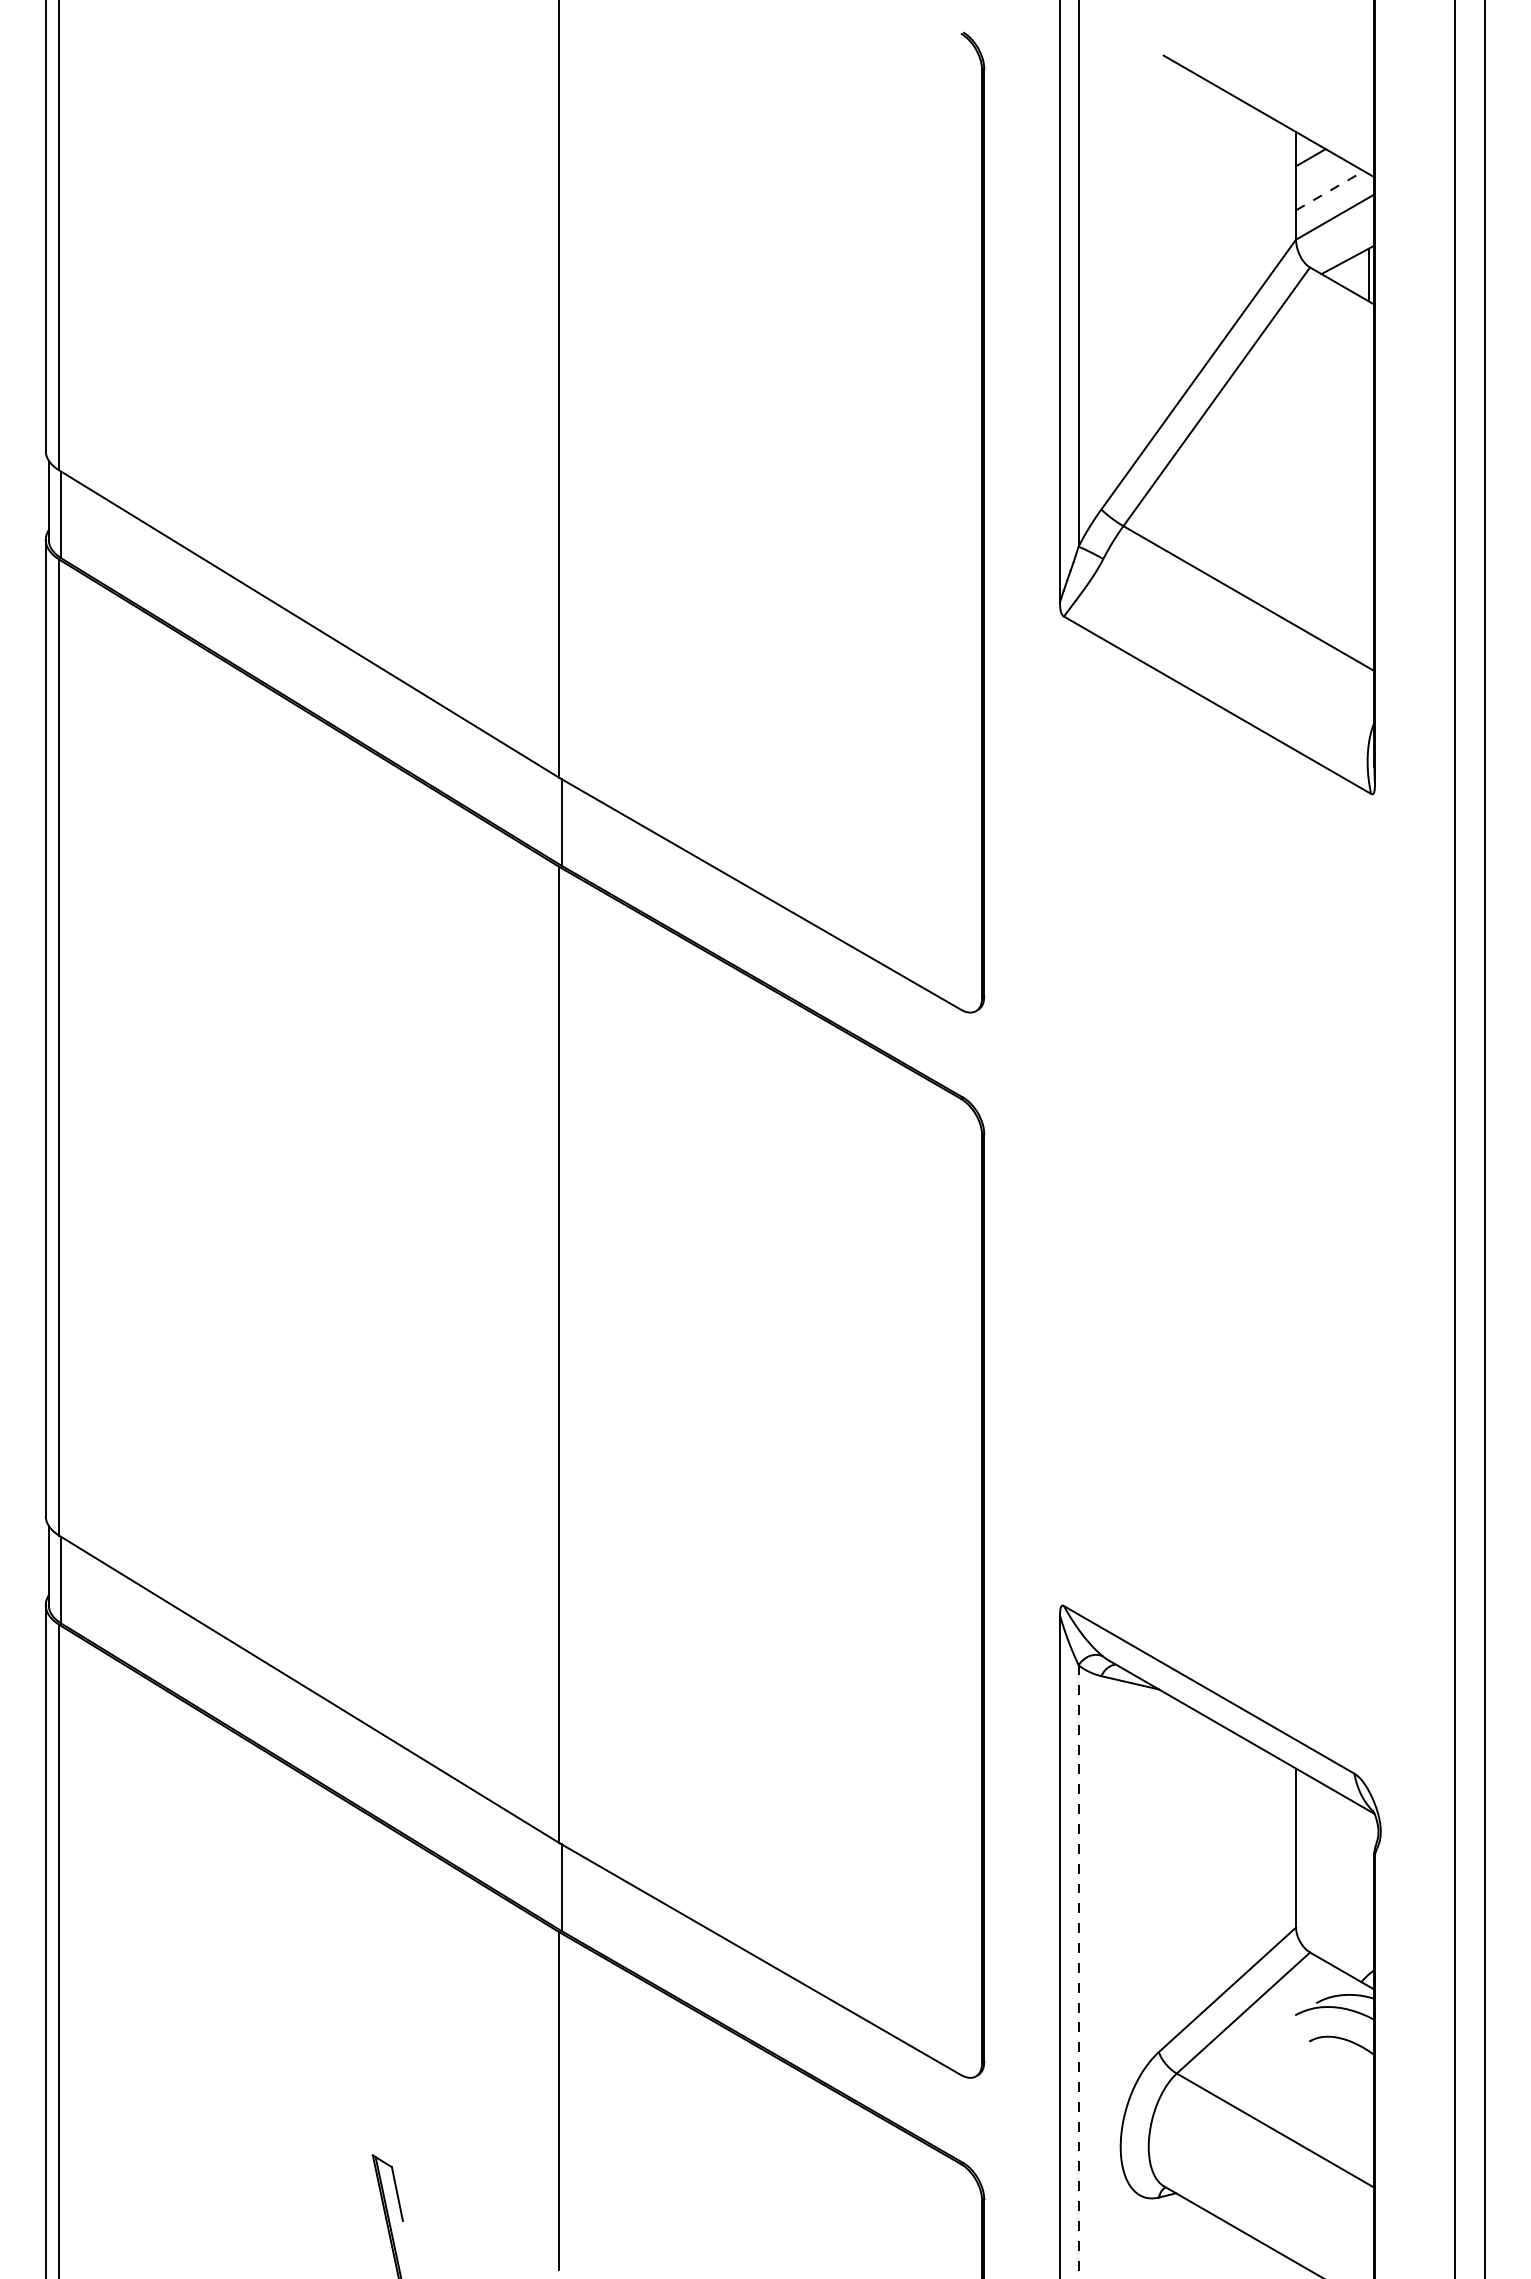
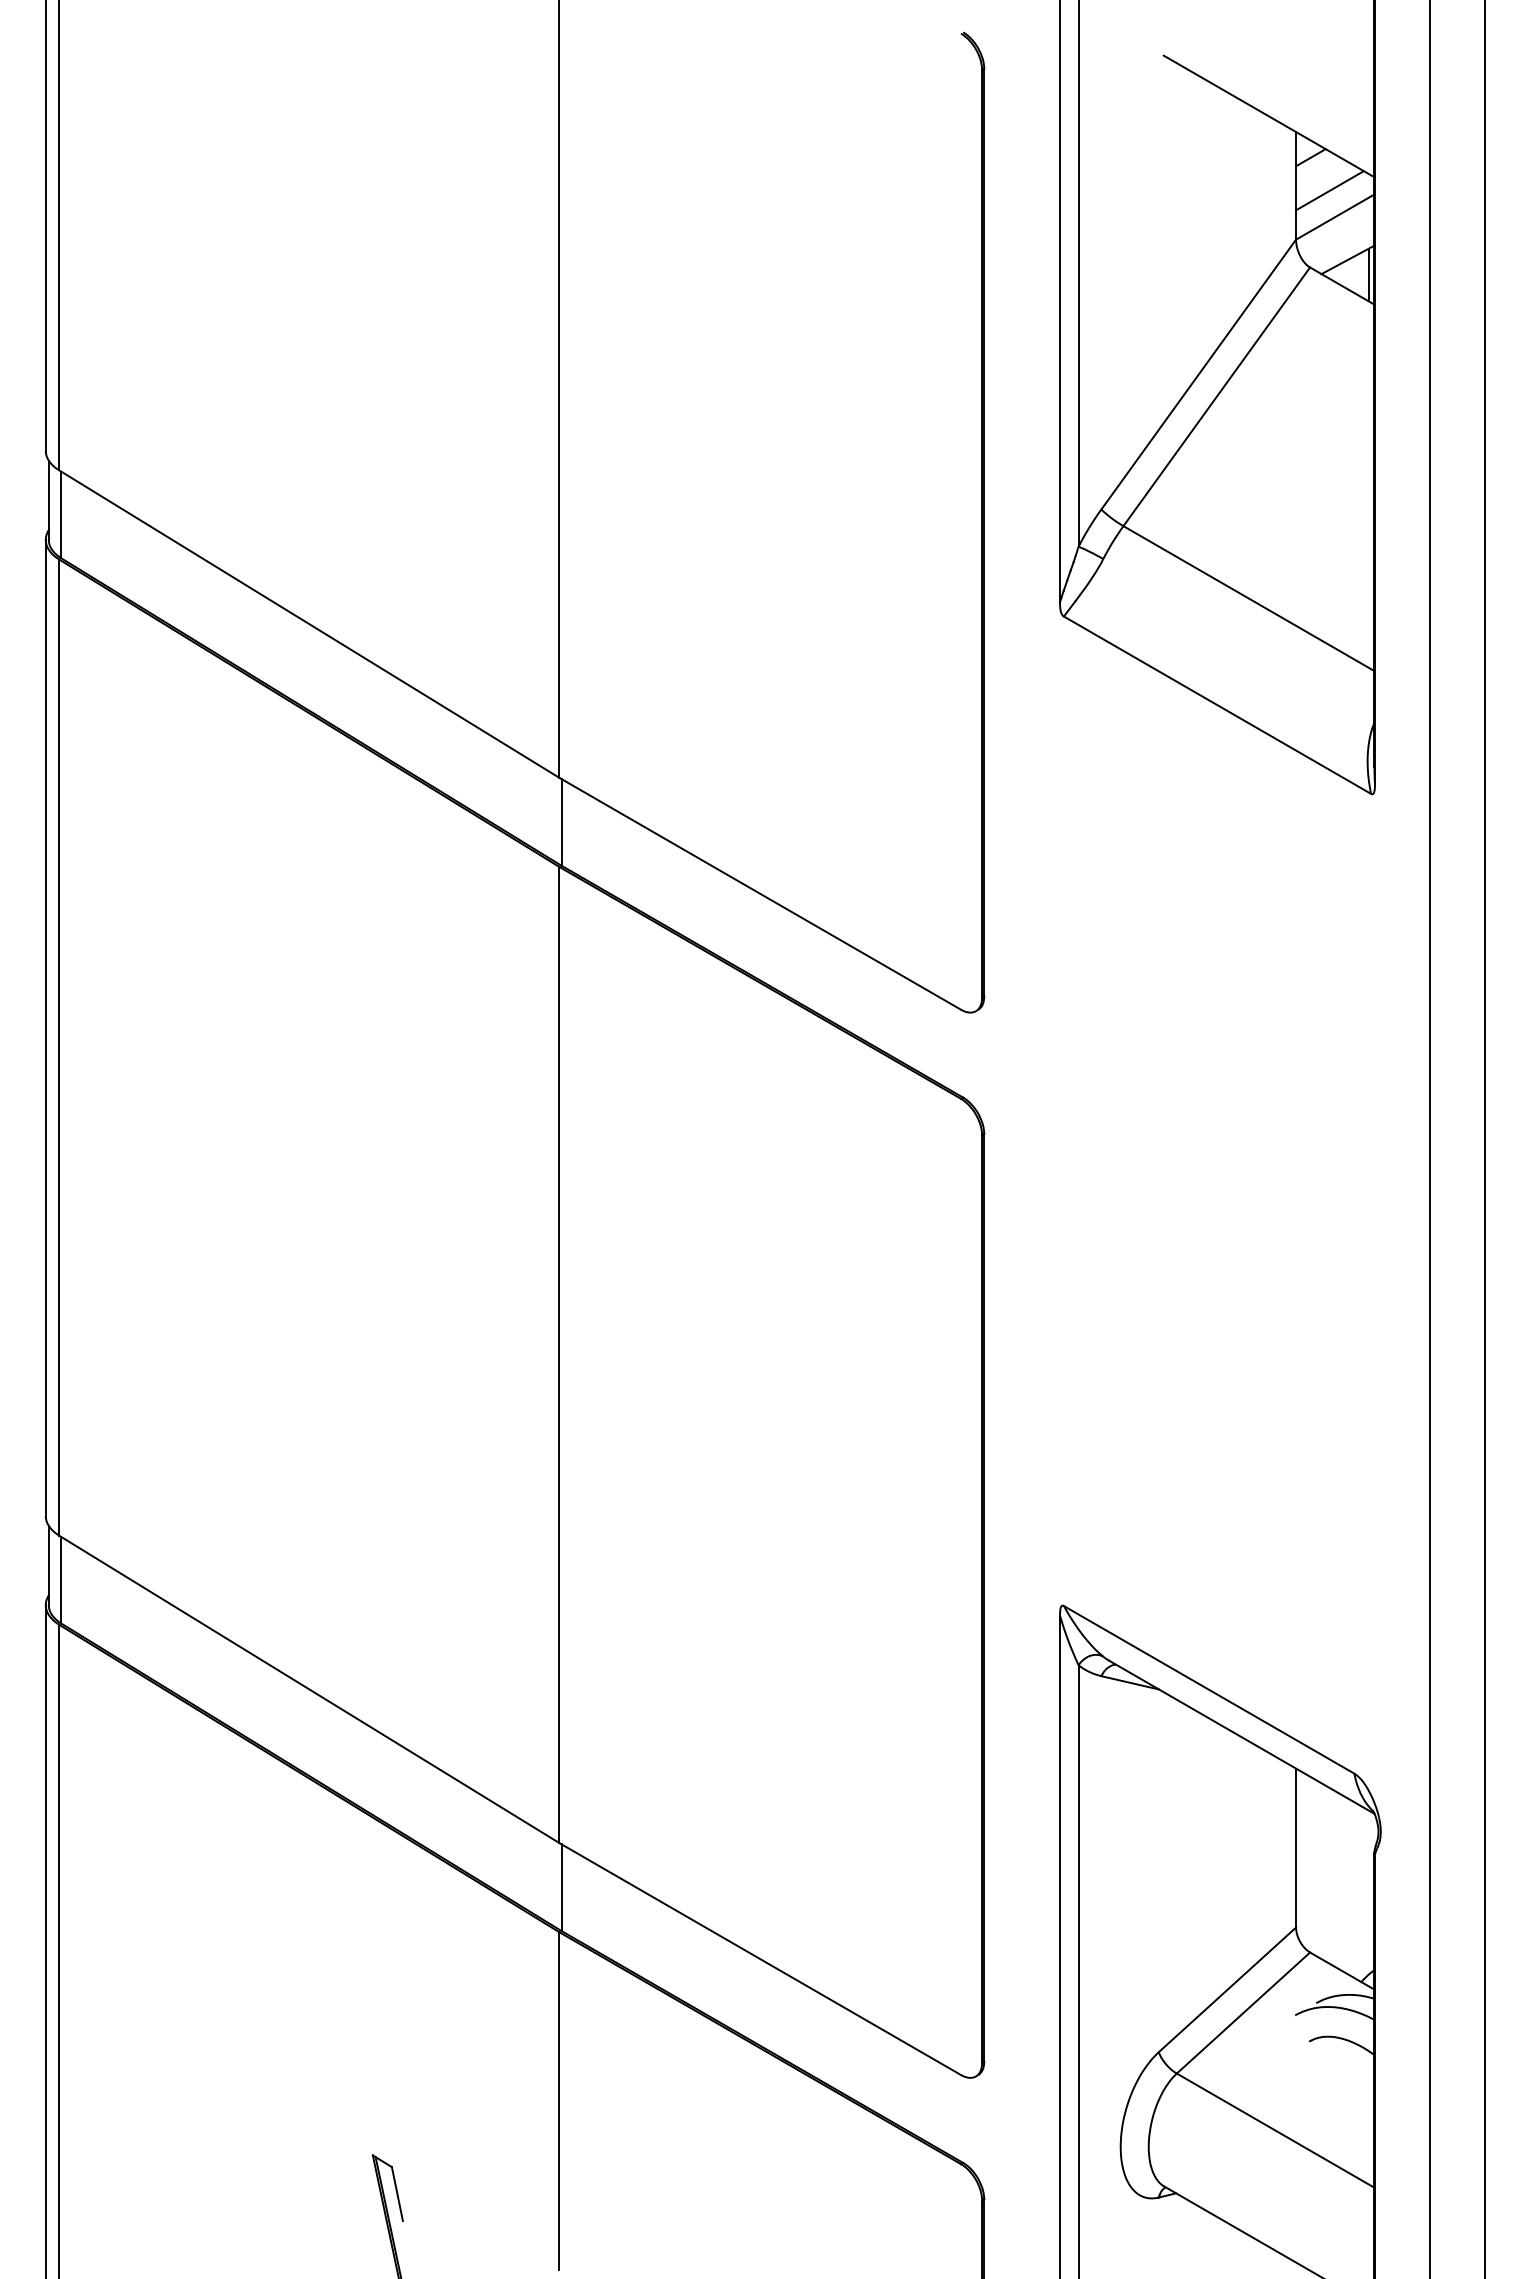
line at (1330, 190): dashed -> solid
line at (1454, 1138) position: (1454, 1138) -> (1429, 1138)
line at (1078, 1972): dashed -> solid
